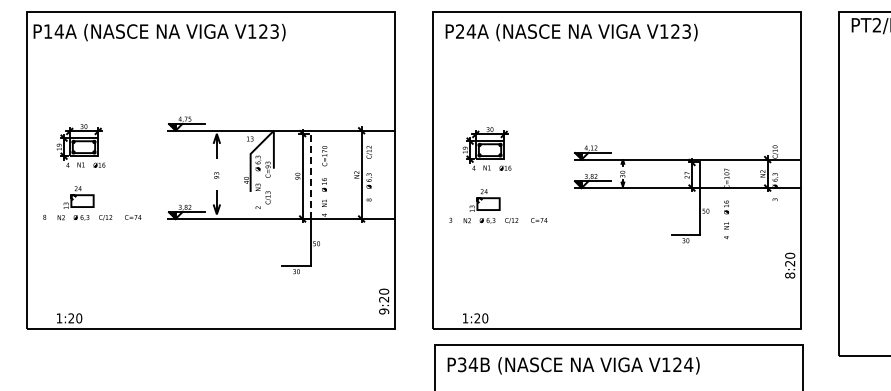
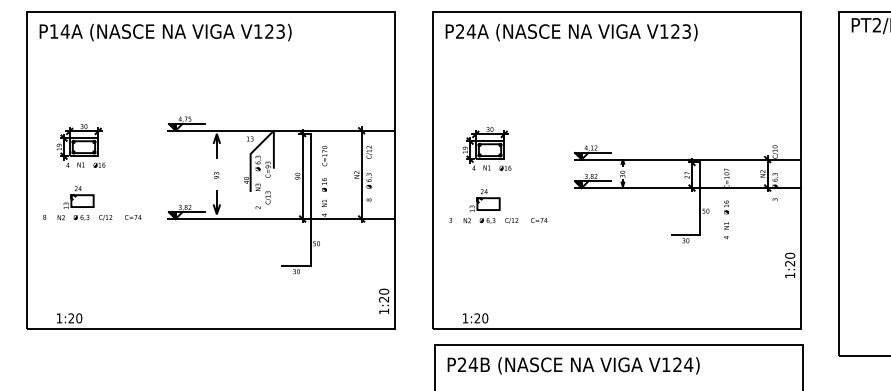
text at (159, 32) position: (159, 32) -> (165, 32)
line at (310, 176): dashed -> solid
text at (790, 275): 8:20 -> 1:20
text at (384, 311): 9:20 -> 1:20
text at (462, 364): P34B -> P24B
